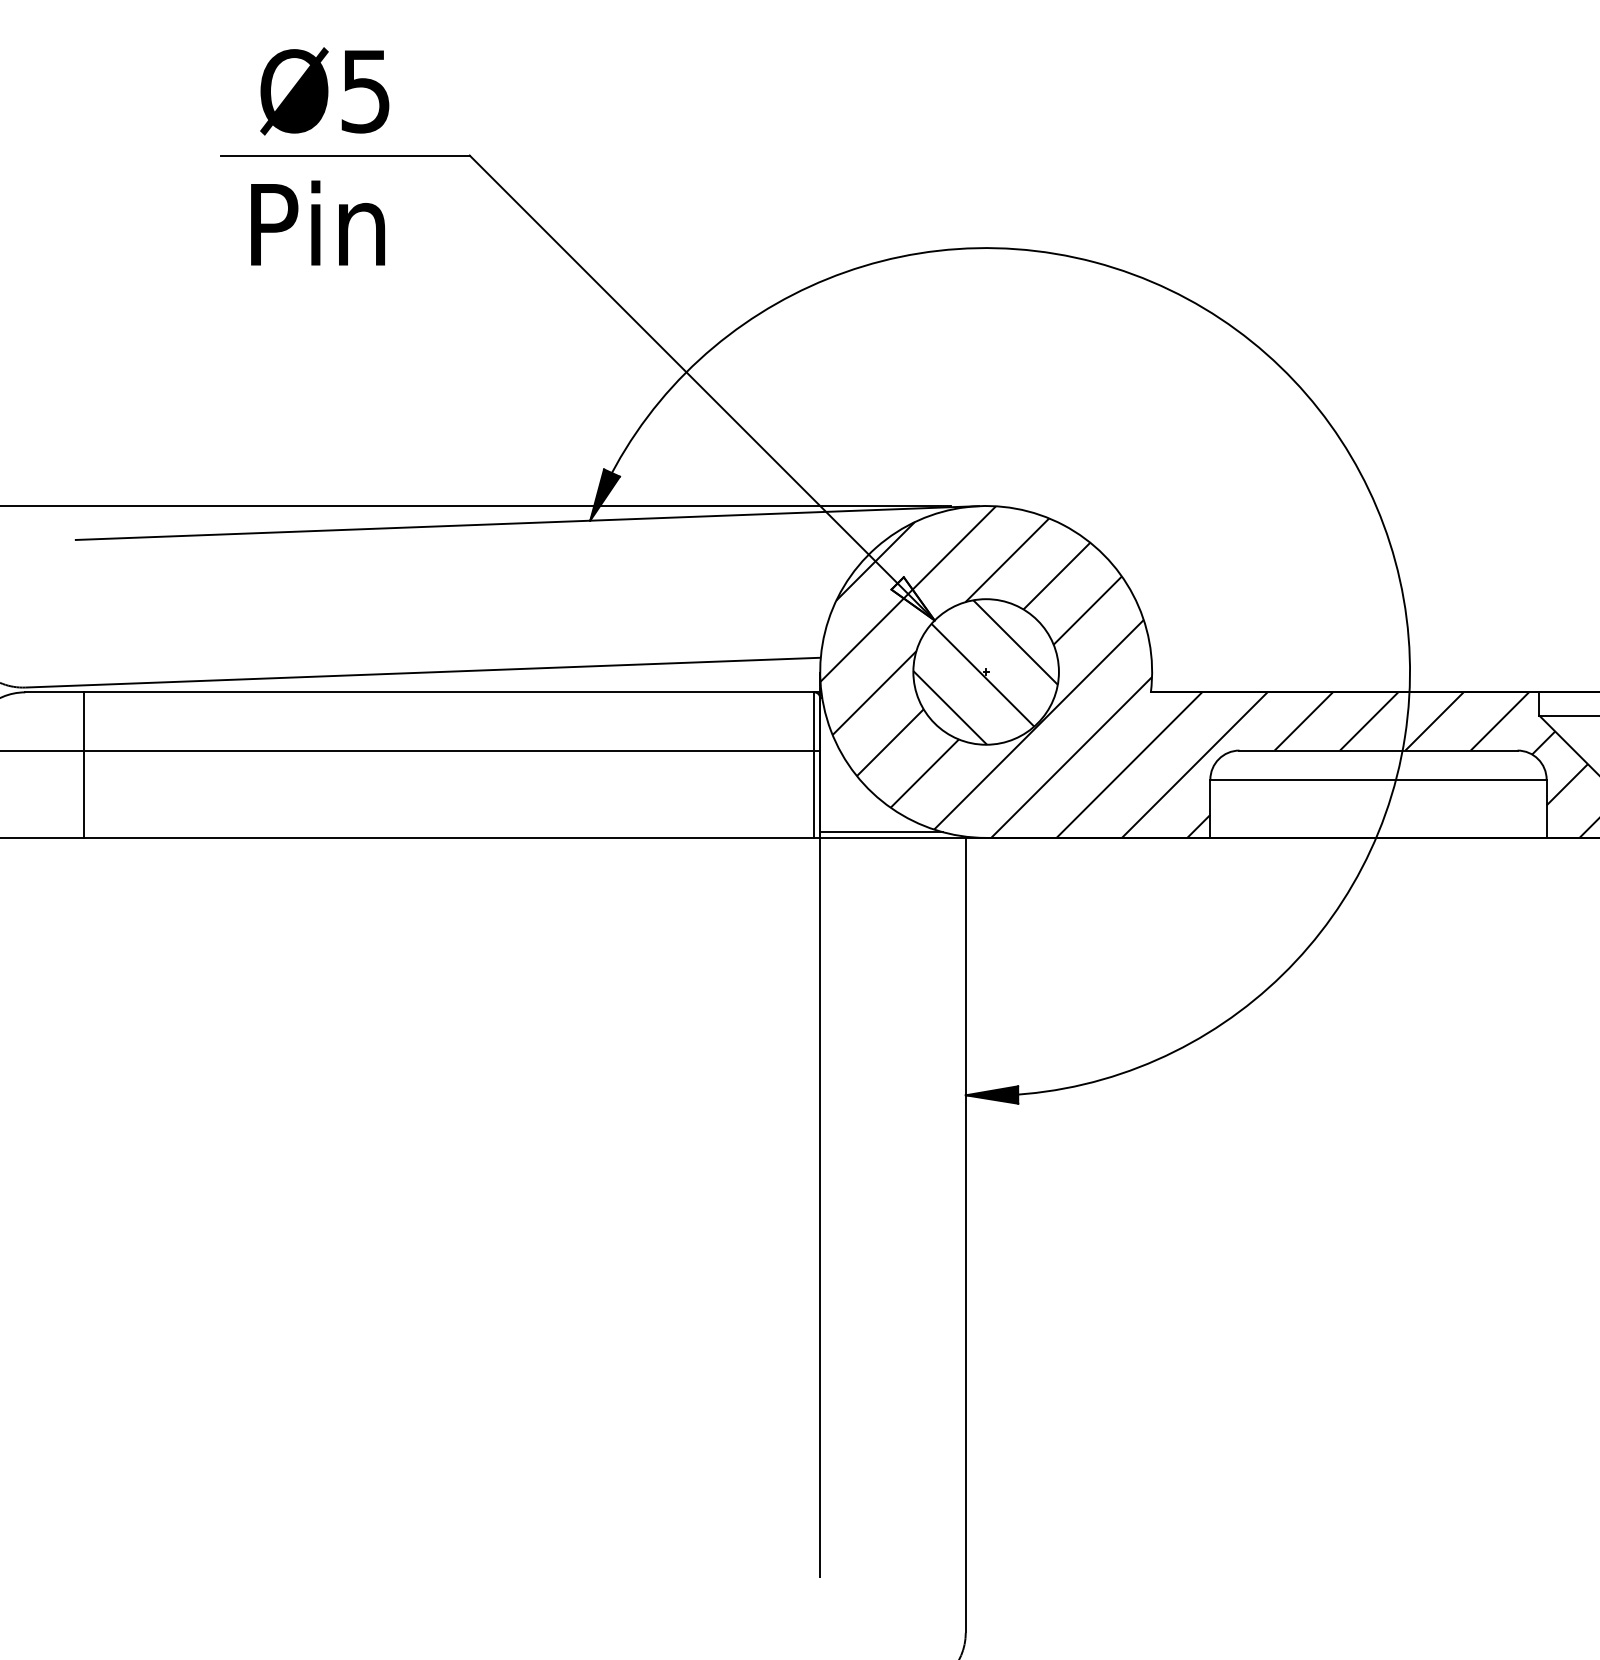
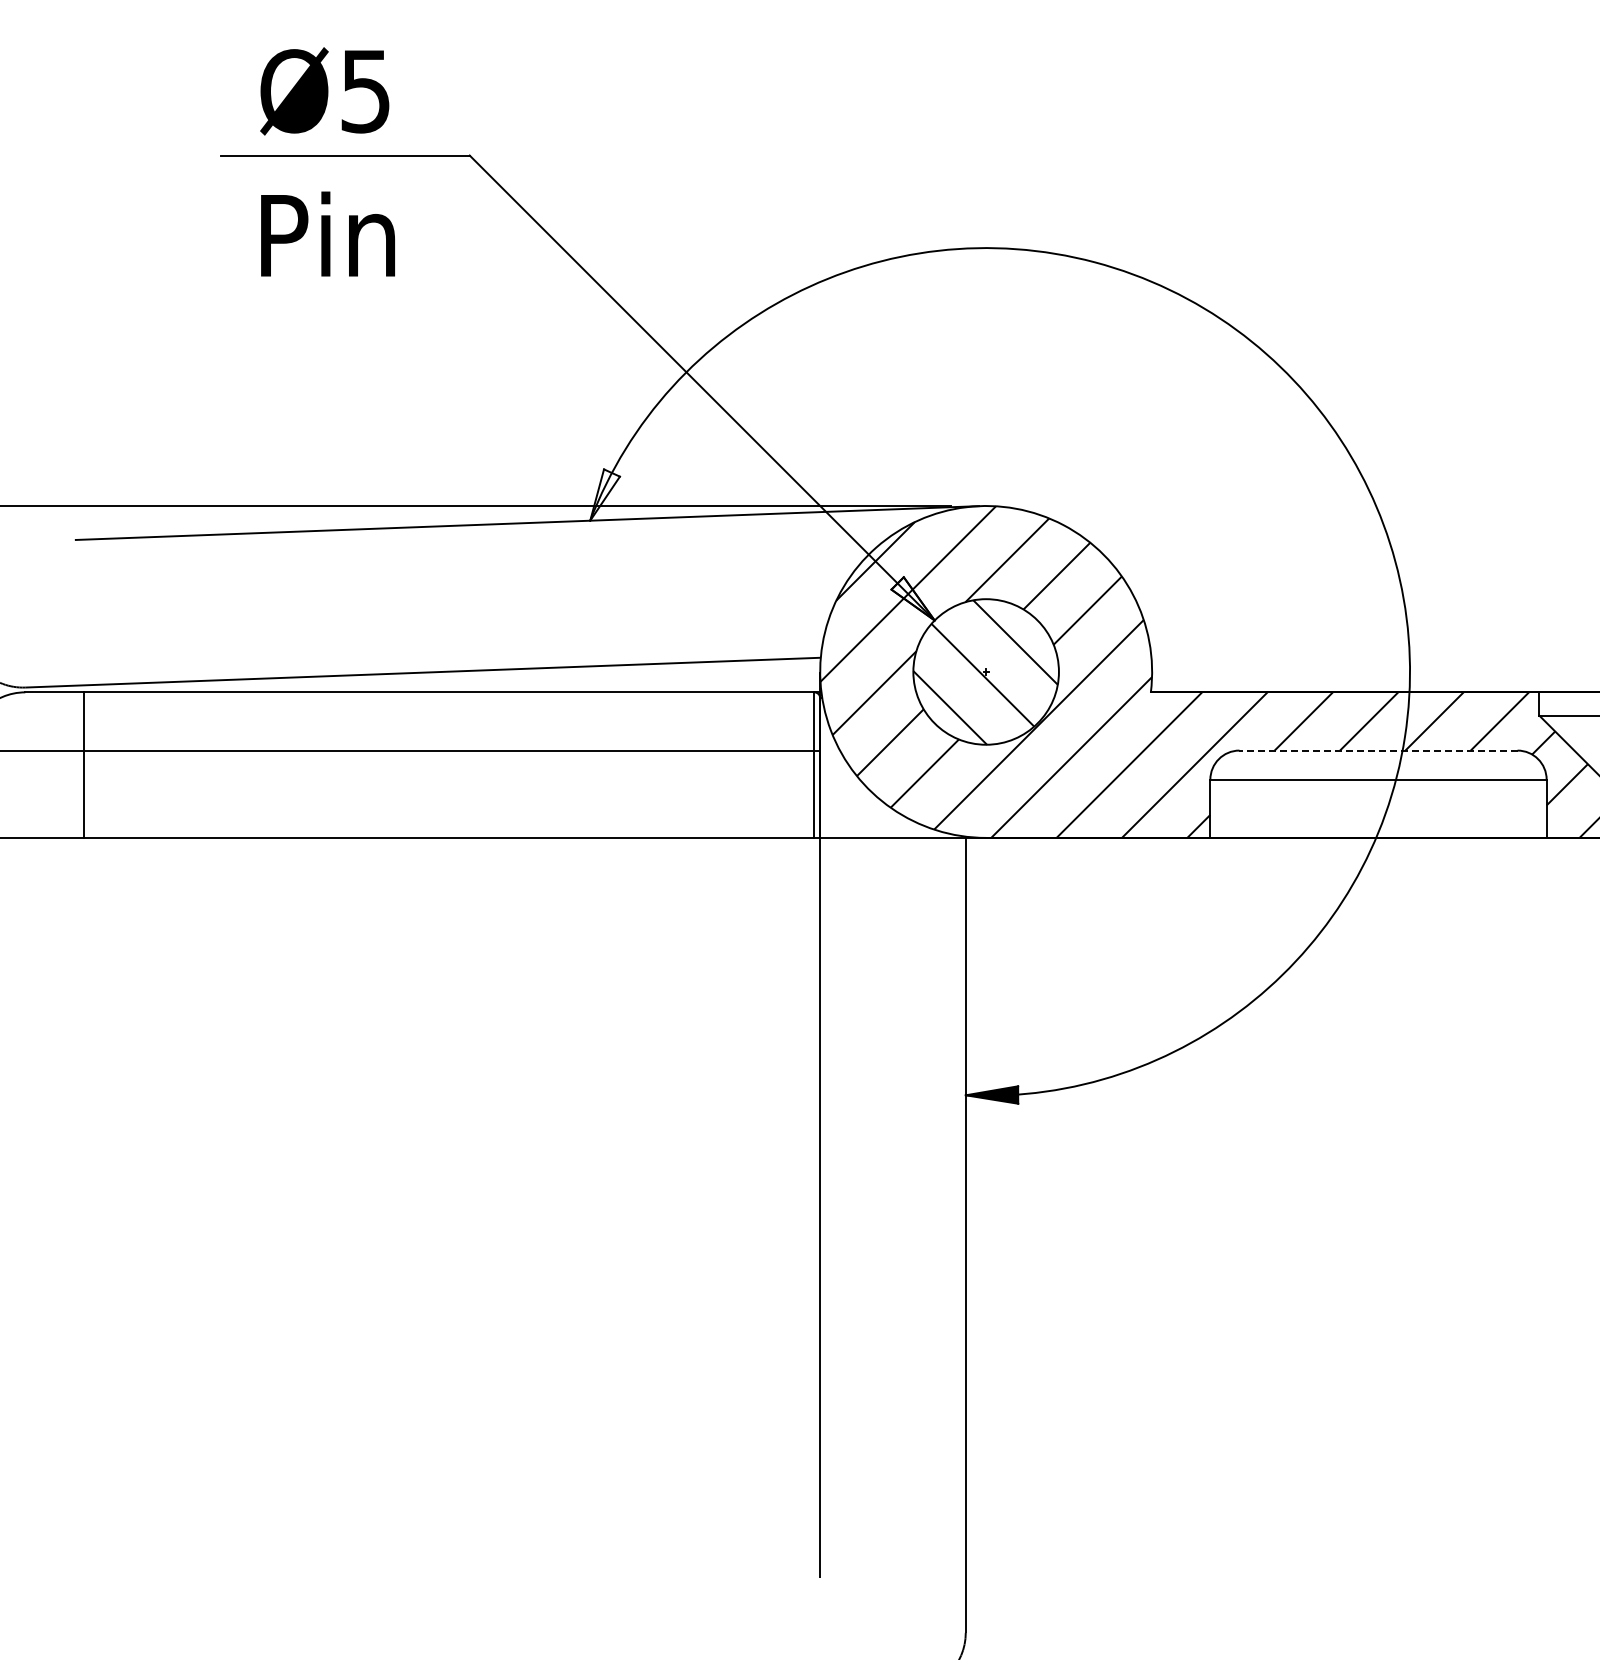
text at (317, 222) position: (317, 222) -> (327, 233)
fill at (604, 494): present -> none
line at (1378, 750): solid -> dashed
line at (881, 832): present -> none
